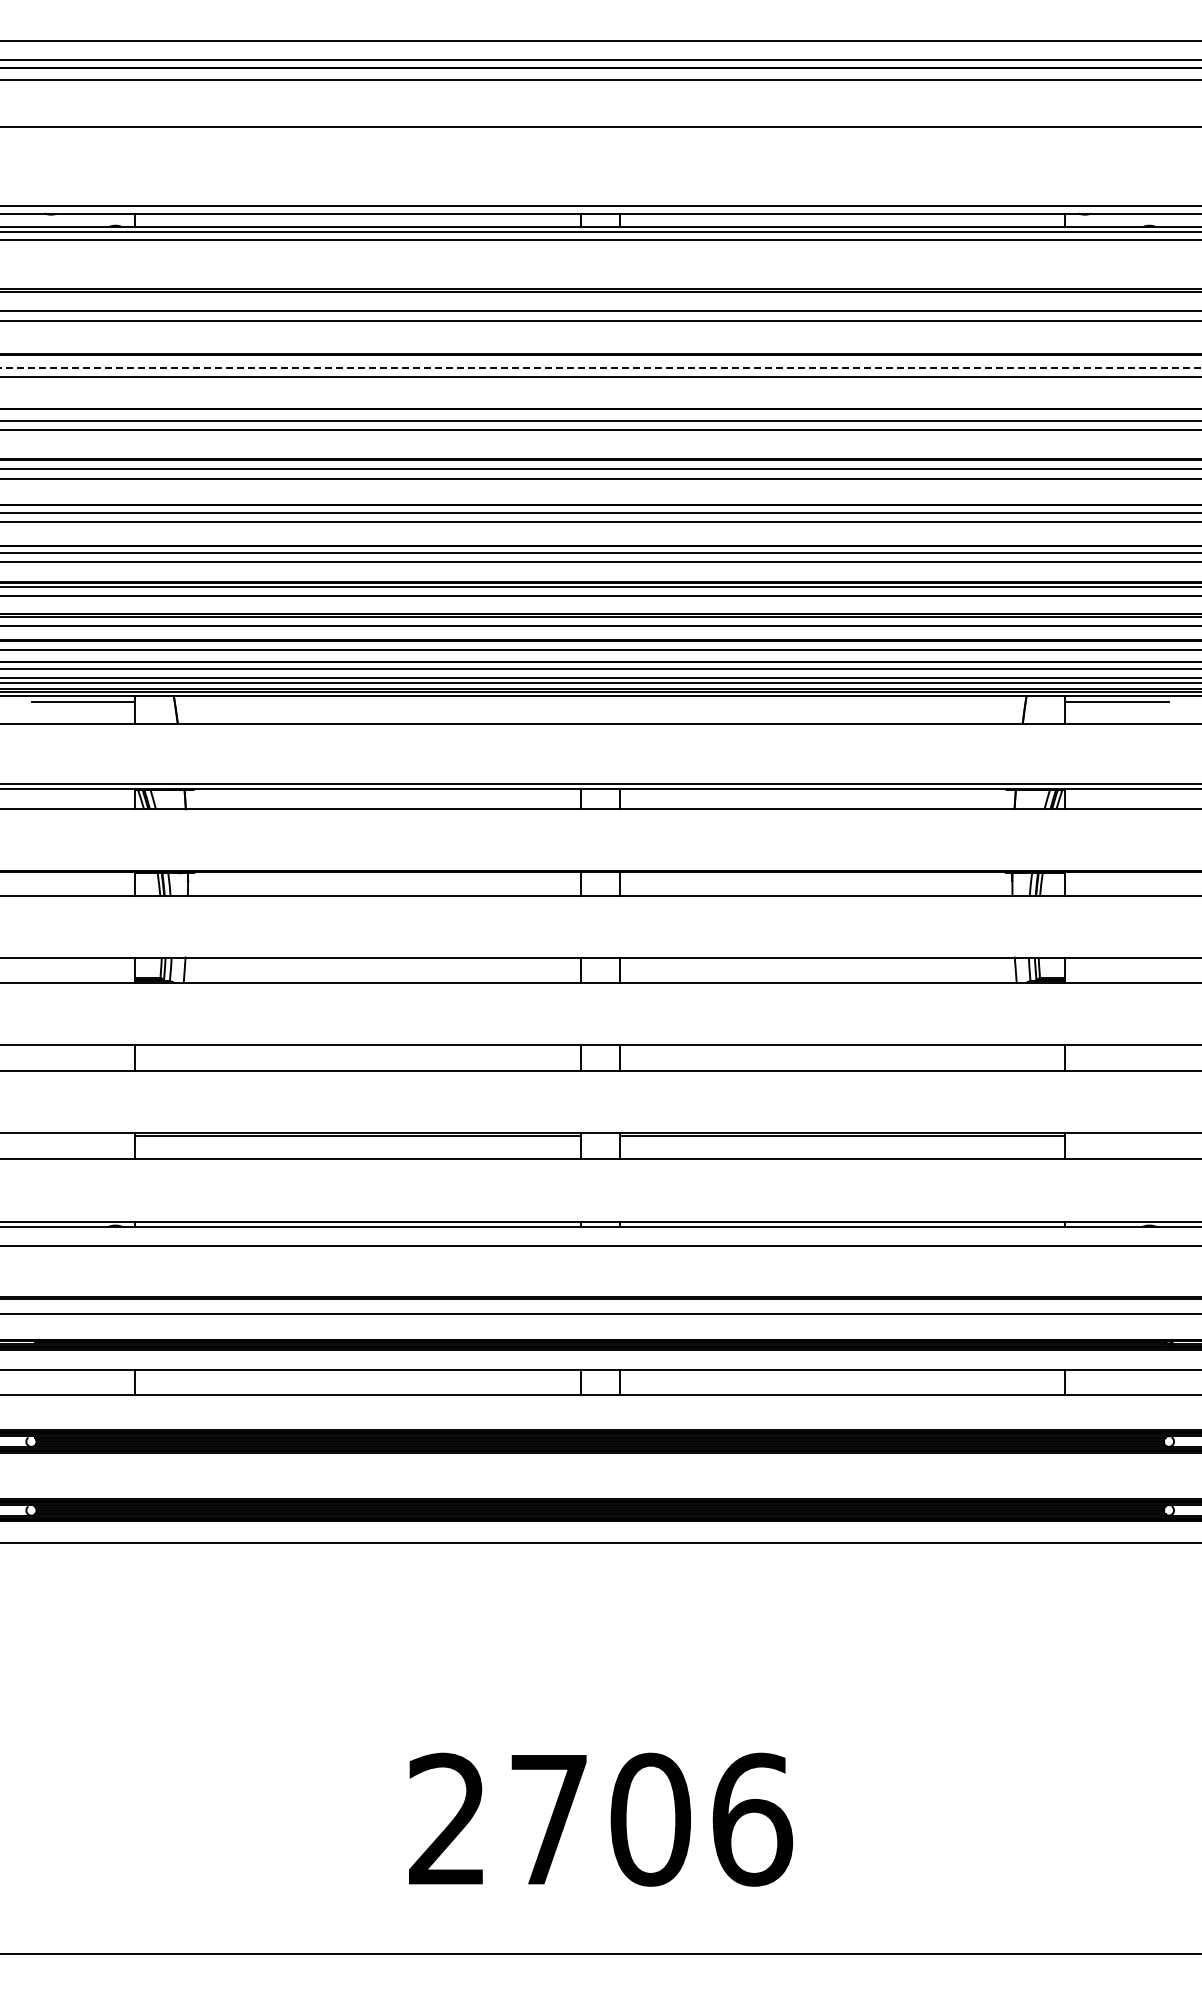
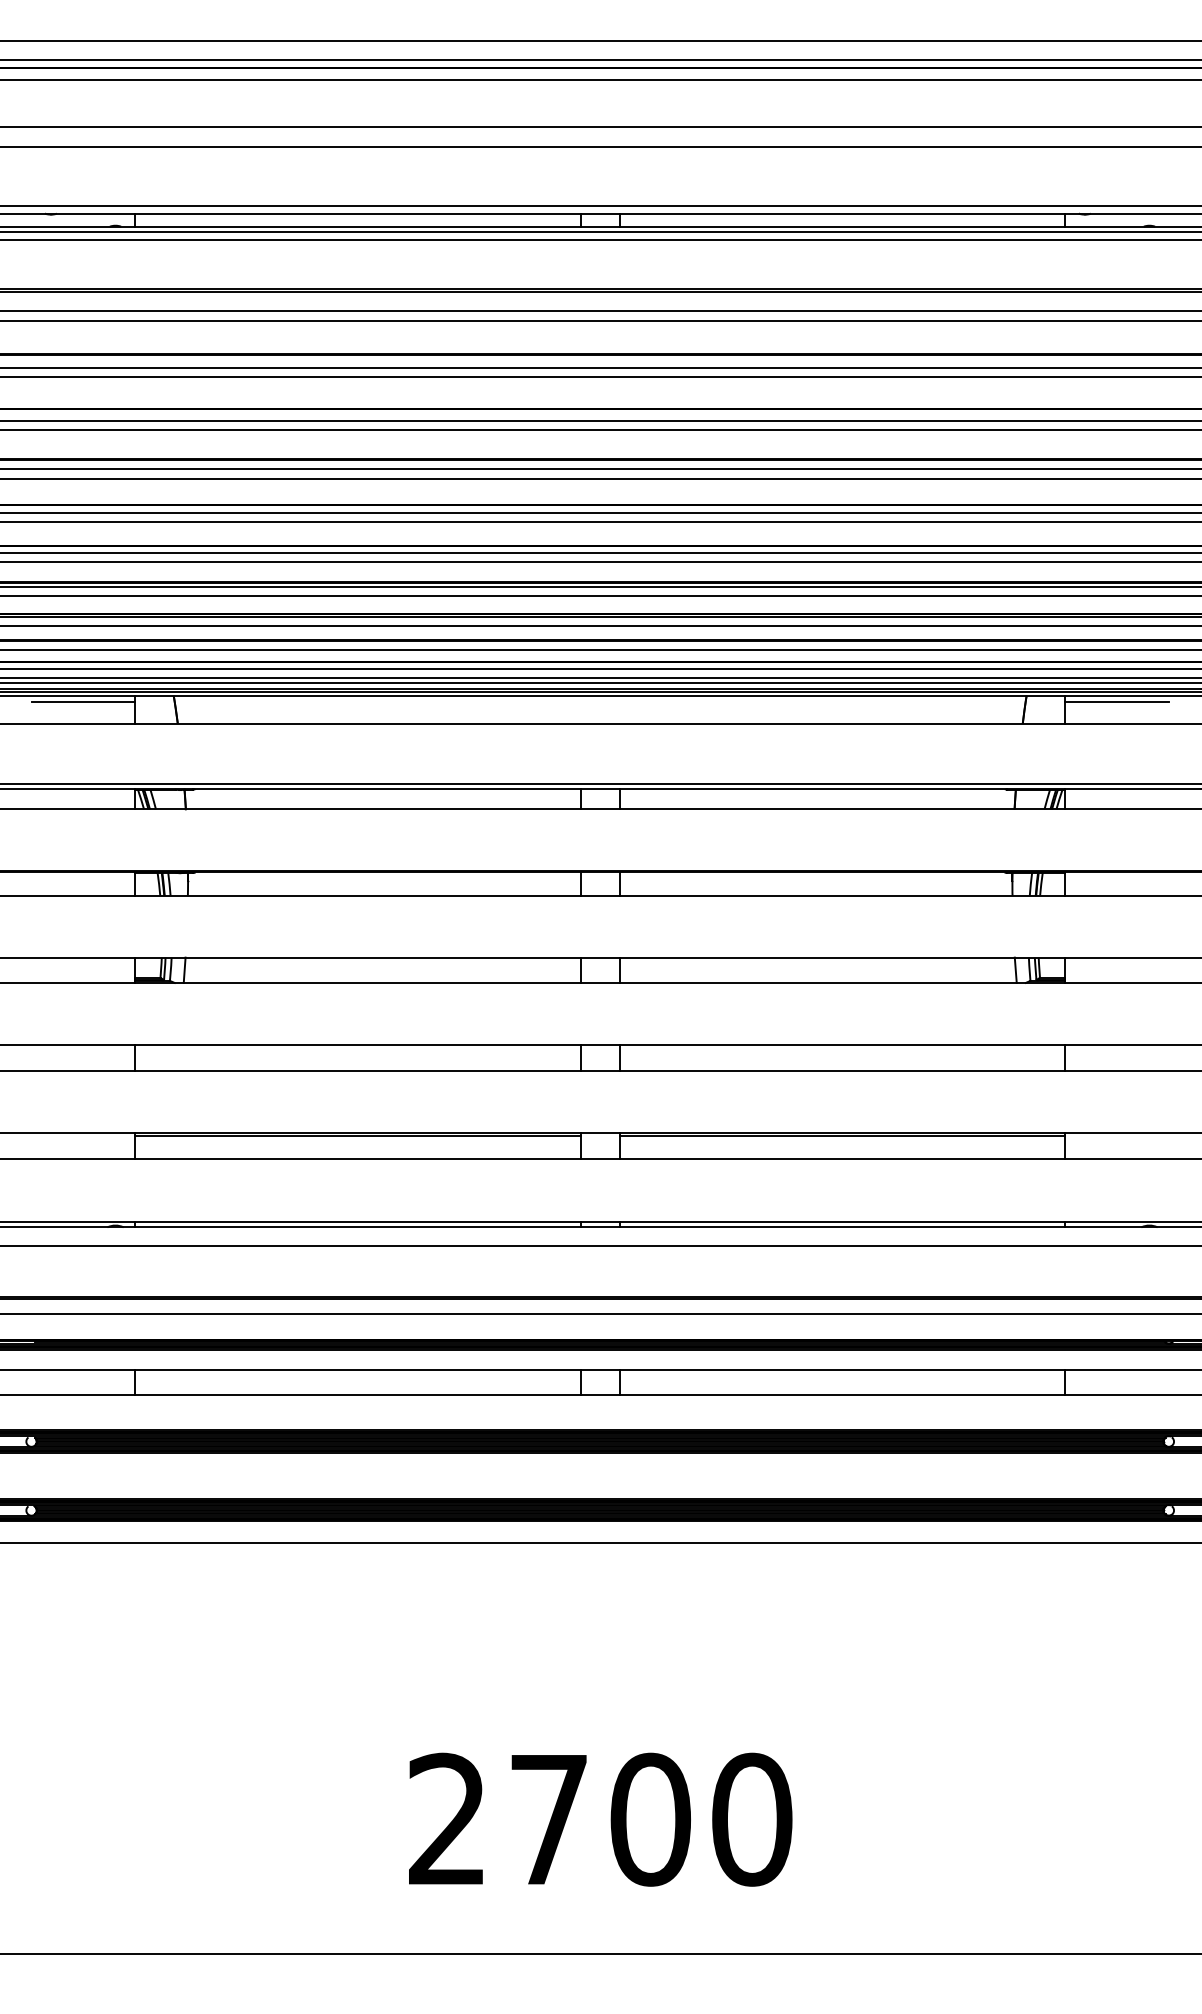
line at (600, 146): none -> present
line at (600, 368): dashed -> solid
text at (752, 1819): 2706 -> 2700
